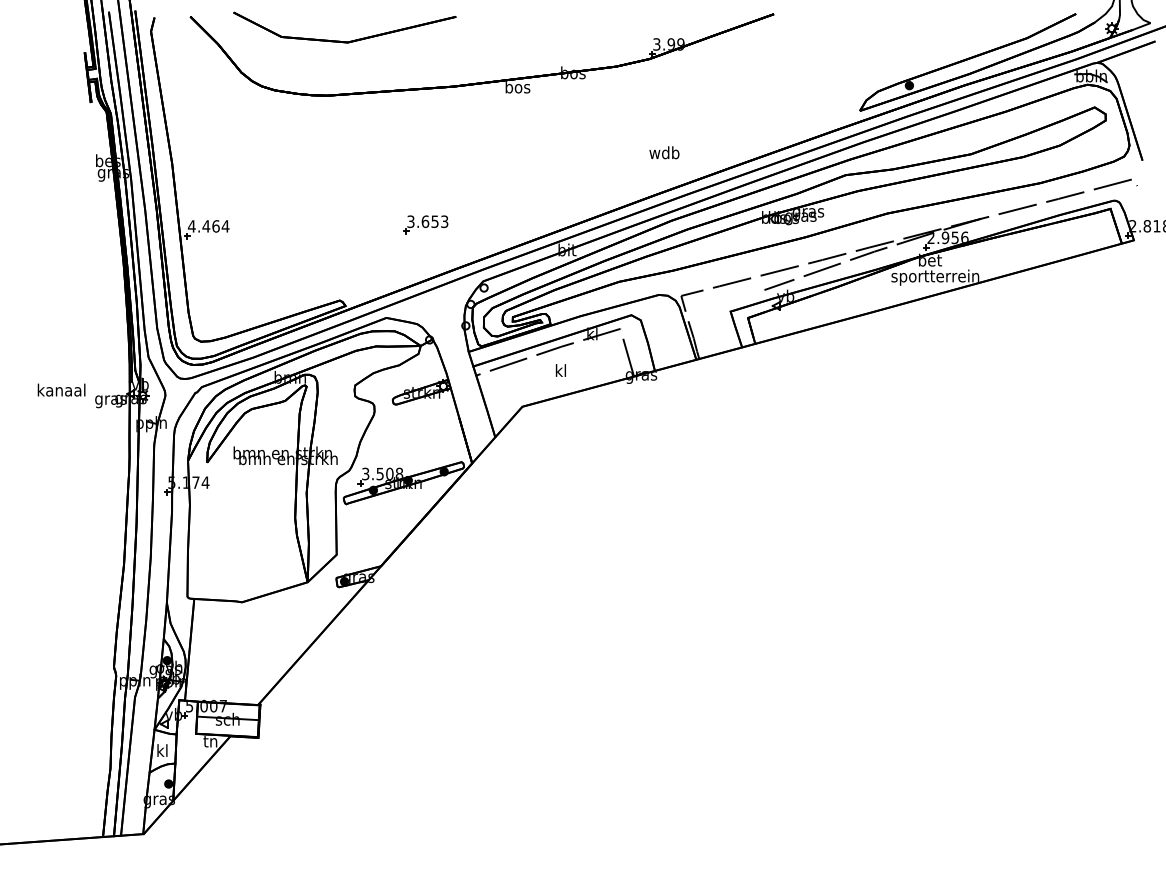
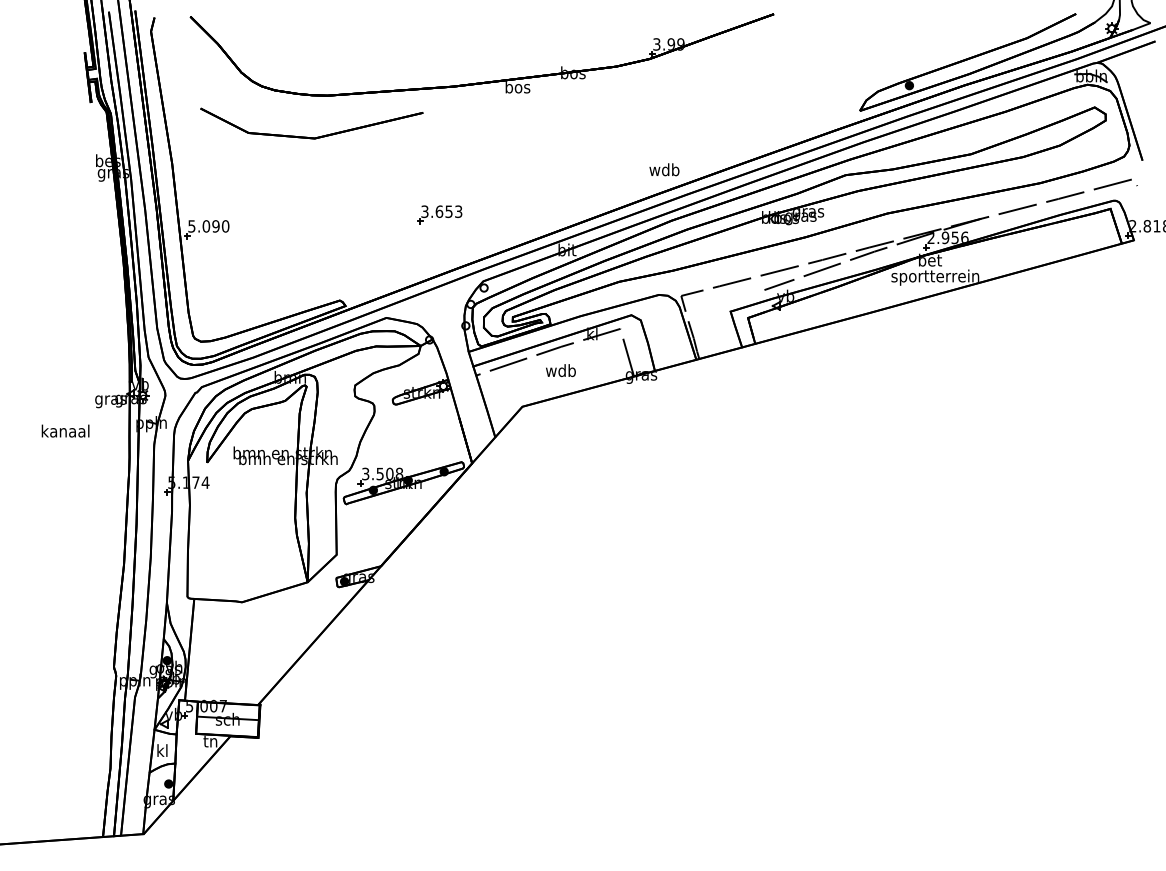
part at (340, 40) position: (340, 40) -> (307, 136)
text at (664, 152) position: (664, 152) -> (664, 169)
part at (425, 224) position: (425, 224) -> (439, 214)
text at (208, 226): 4.464 -> 5.090
text at (560, 370): kl -> wdb
text at (61, 389) position: (61, 389) -> (65, 430)
